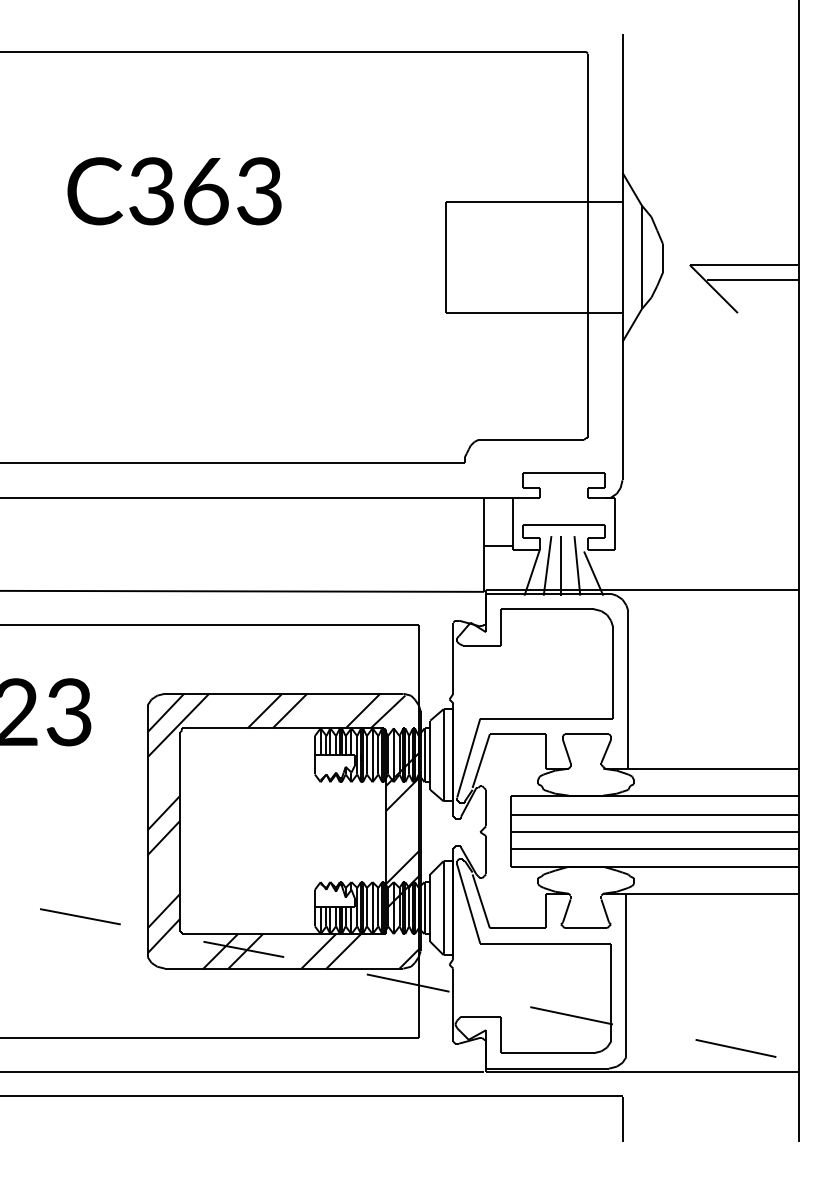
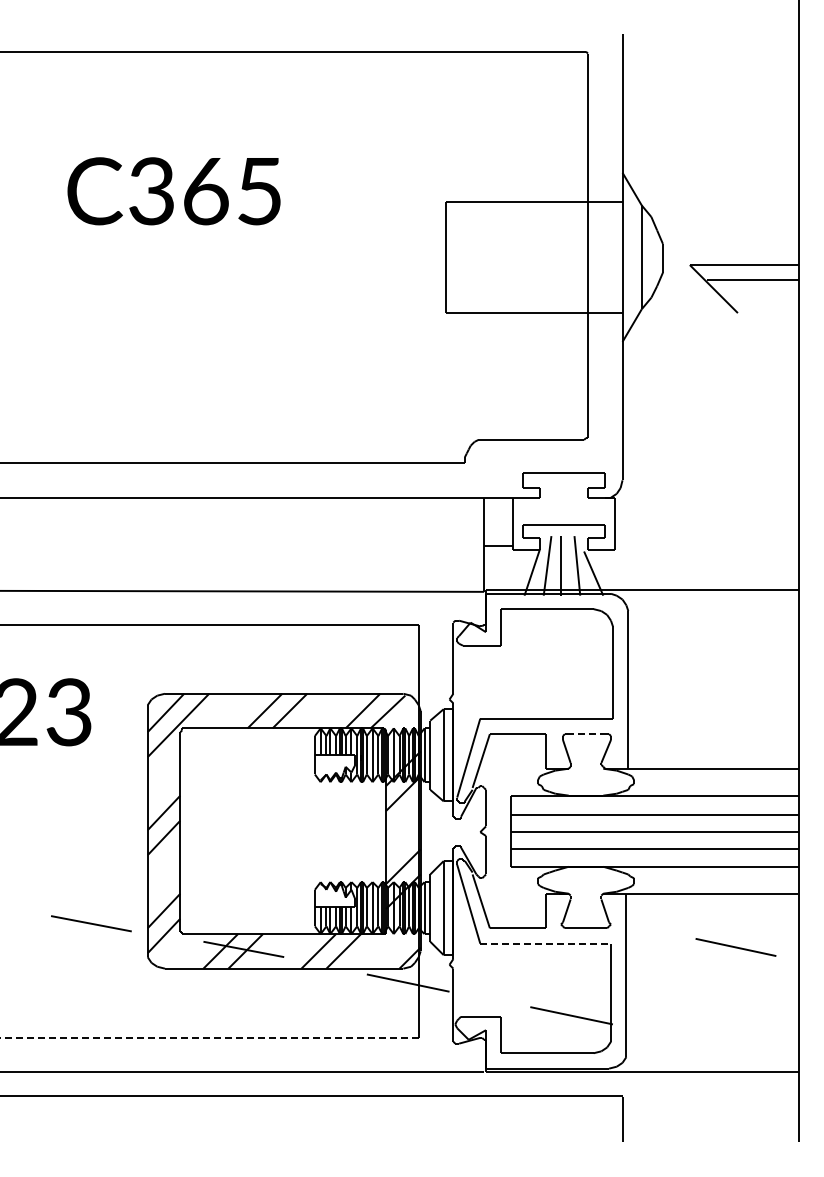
text at (259, 191): C363 -> C365
line at (587, 734): solid -> dashed
line at (80, 916) position: (80, 916) -> (91, 923)
line at (546, 943): solid -> dashed
line at (209, 1037): solid -> dashed
line at (735, 1048) position: (735, 1048) -> (735, 947)
